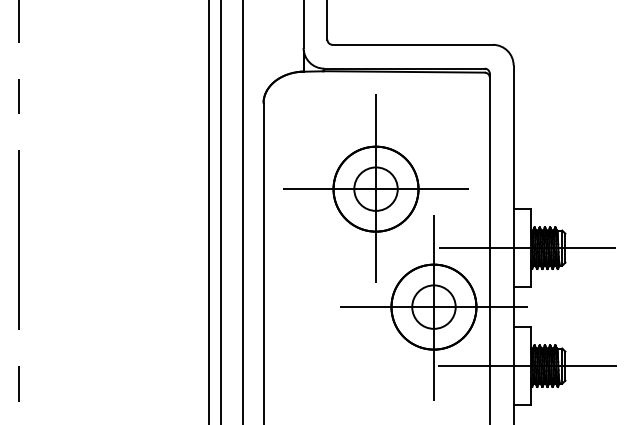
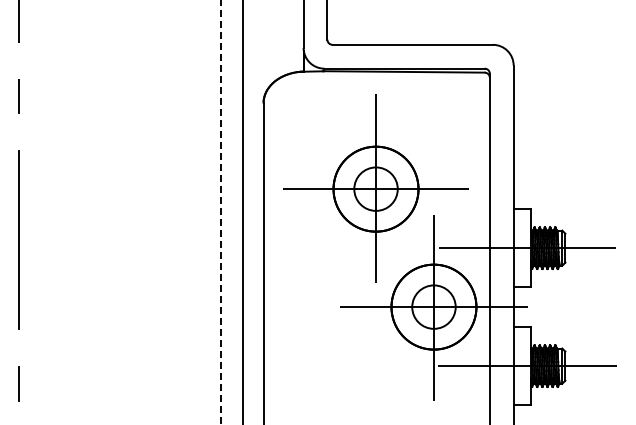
line at (208, 211): present -> none
line at (221, 212): solid -> dashed
